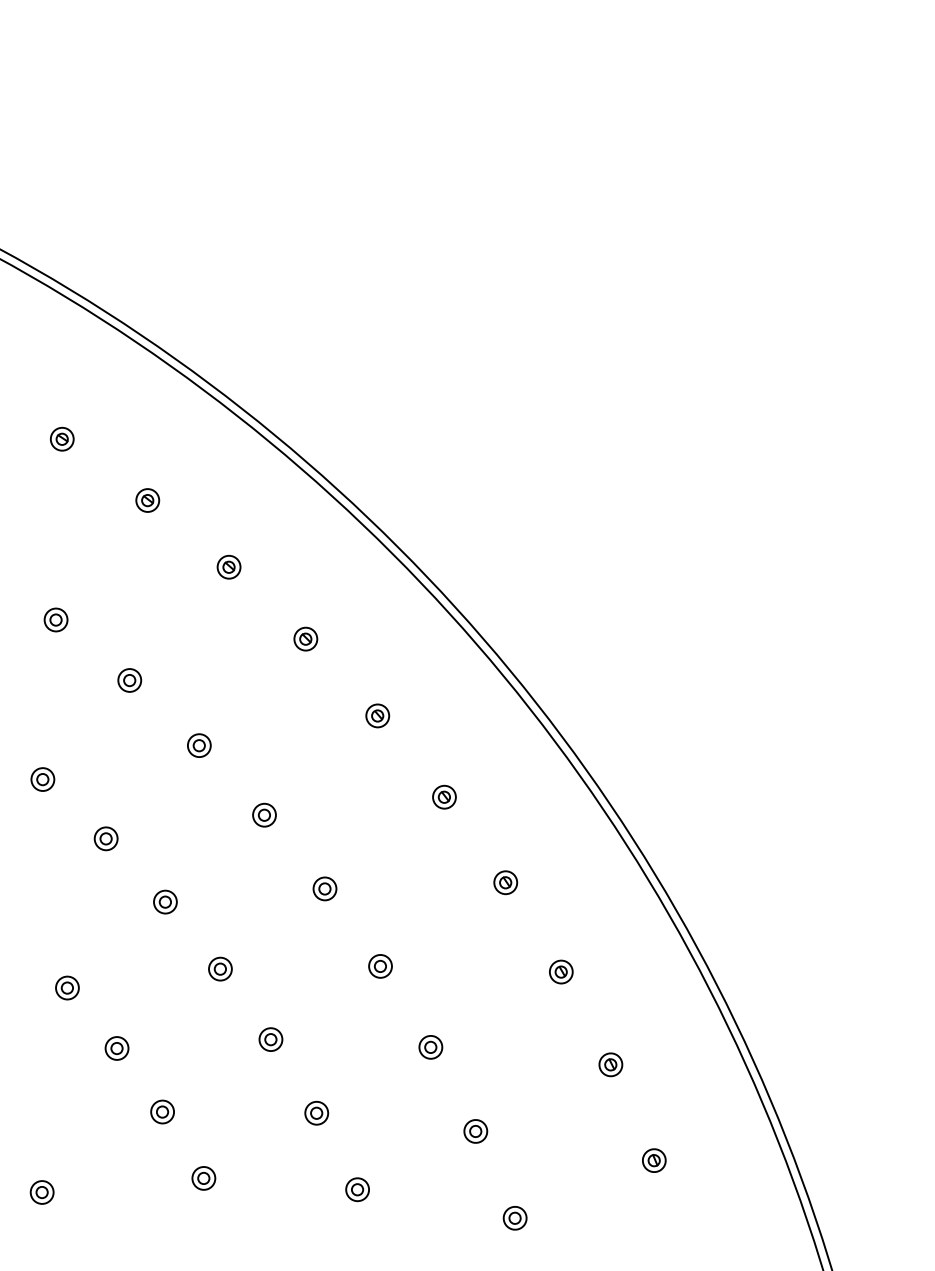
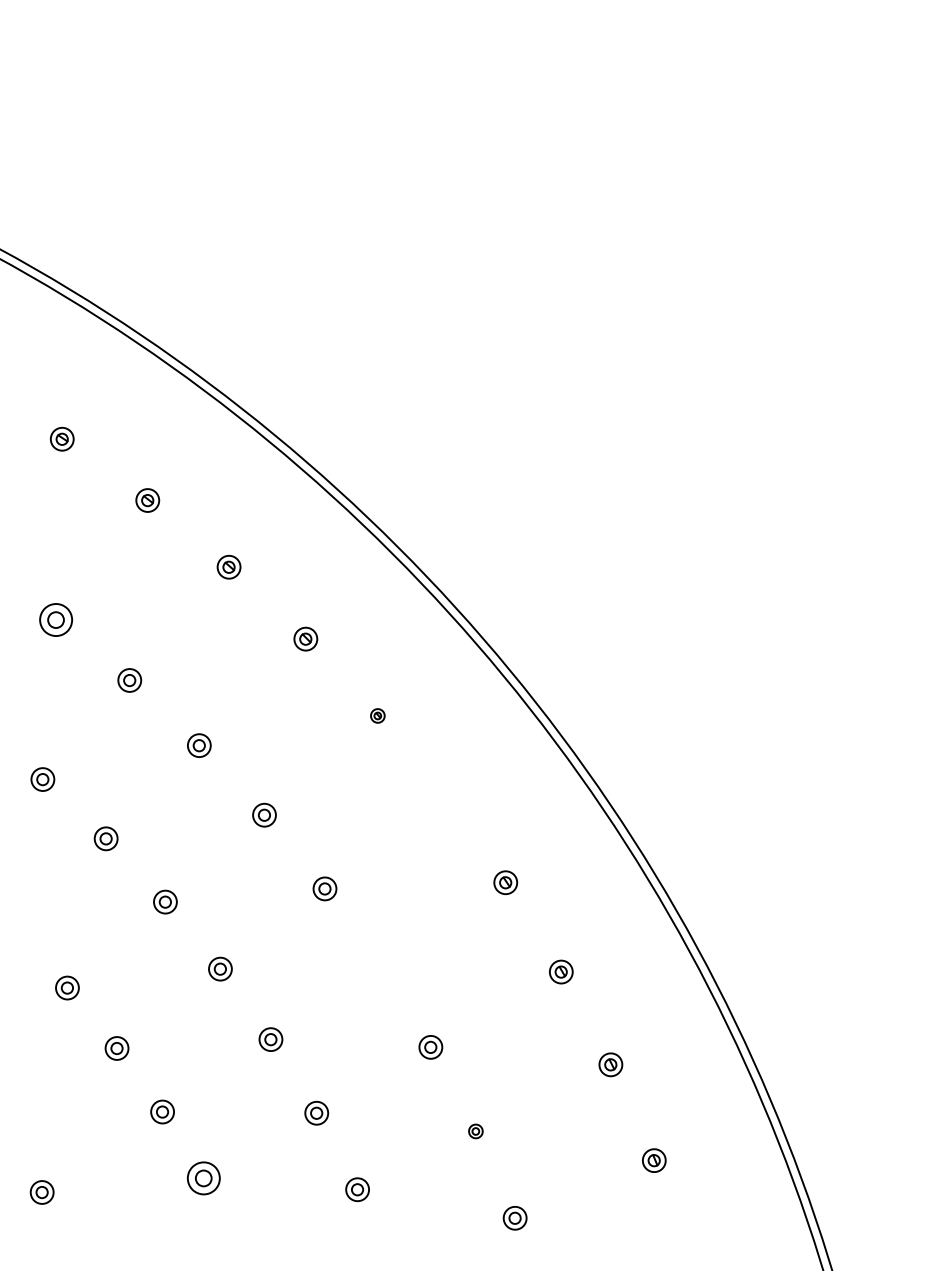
part at (55, 619) size: 26x26 px -> 34x34 px
part at (377, 715) size: 26x26 px -> 16x16 px
part at (444, 796): present -> none
part at (380, 966): present -> none
part at (475, 1131) size: 26x25 px -> 16x17 px
part at (203, 1178) size: 26x25 px -> 35x35 px
